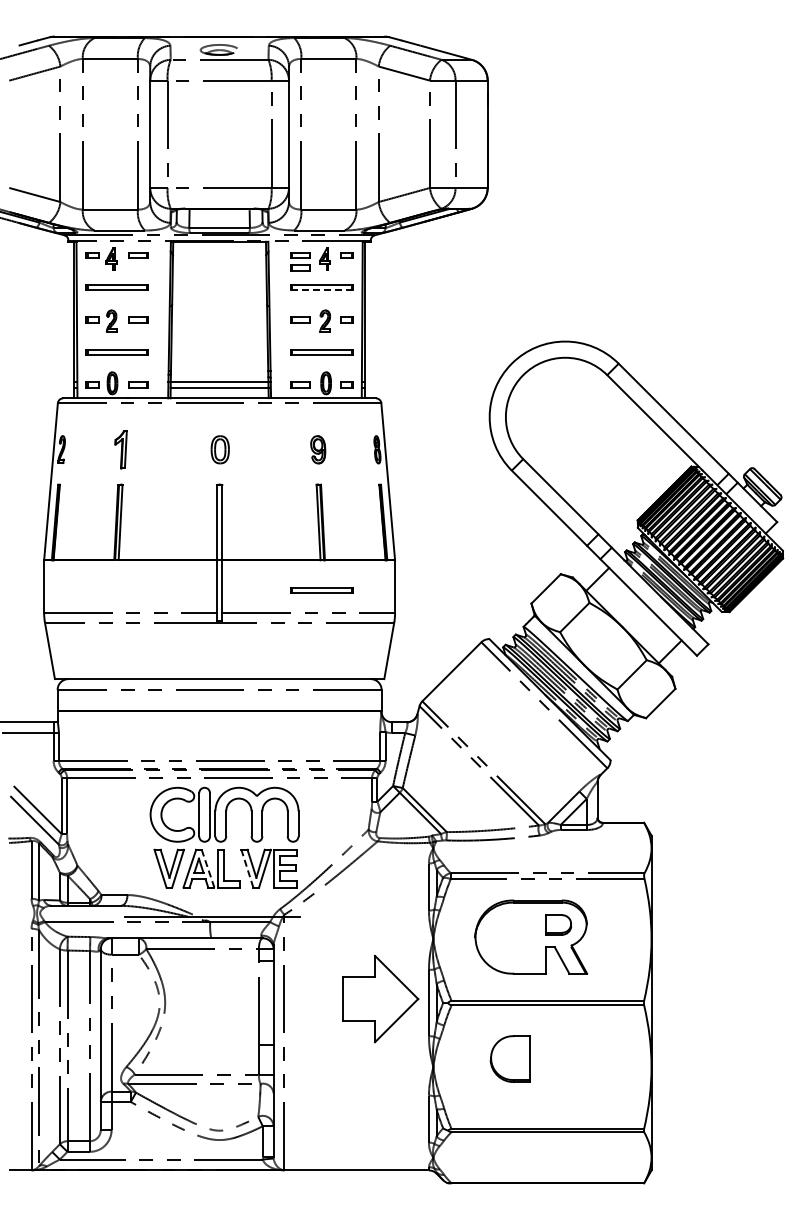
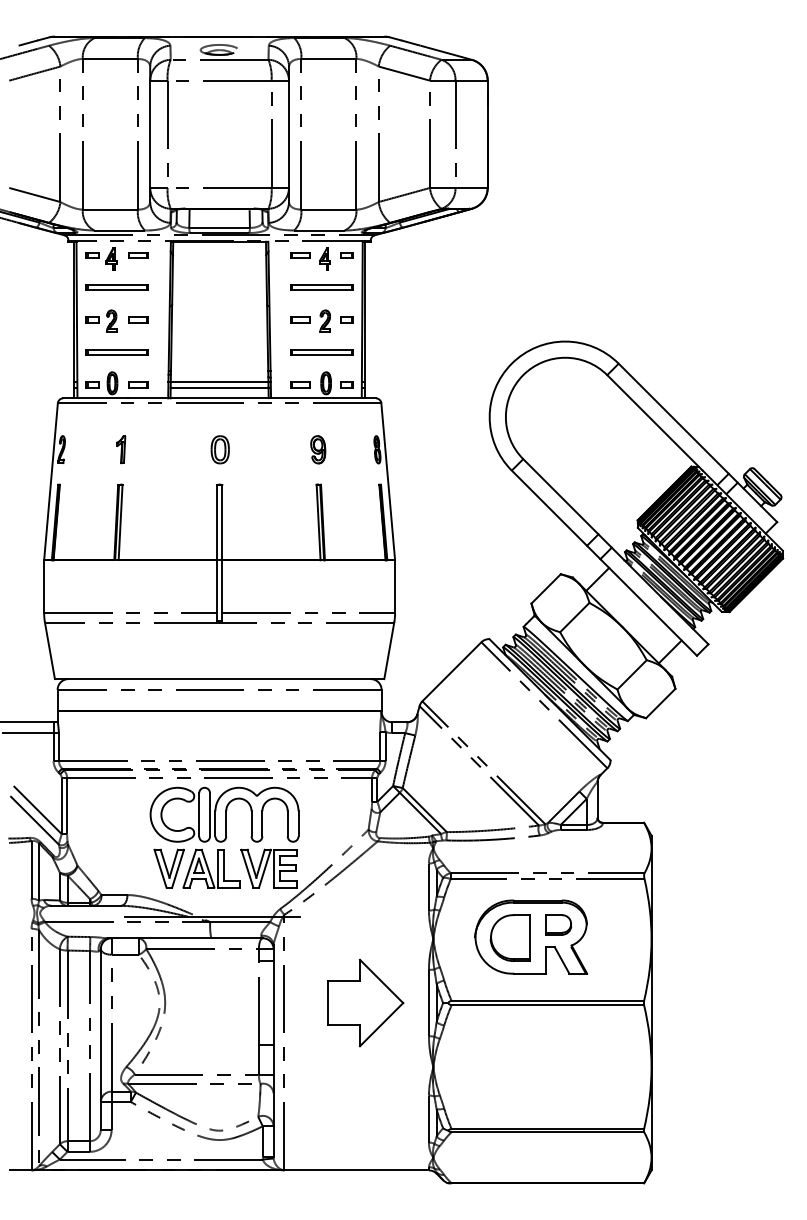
part at (300, 267): present -> none
line at (321, 290): dashed -> solid
part at (120, 449) size: 14x40 px -> 11x30 px
part at (321, 590): present -> none
line at (208, 868): dashed -> solid
line at (247, 868): dashed -> solid
part at (380, 998) position: (380, 998) -> (365, 1002)
part at (509, 1058) position: (509, 1058) -> (509, 937)
